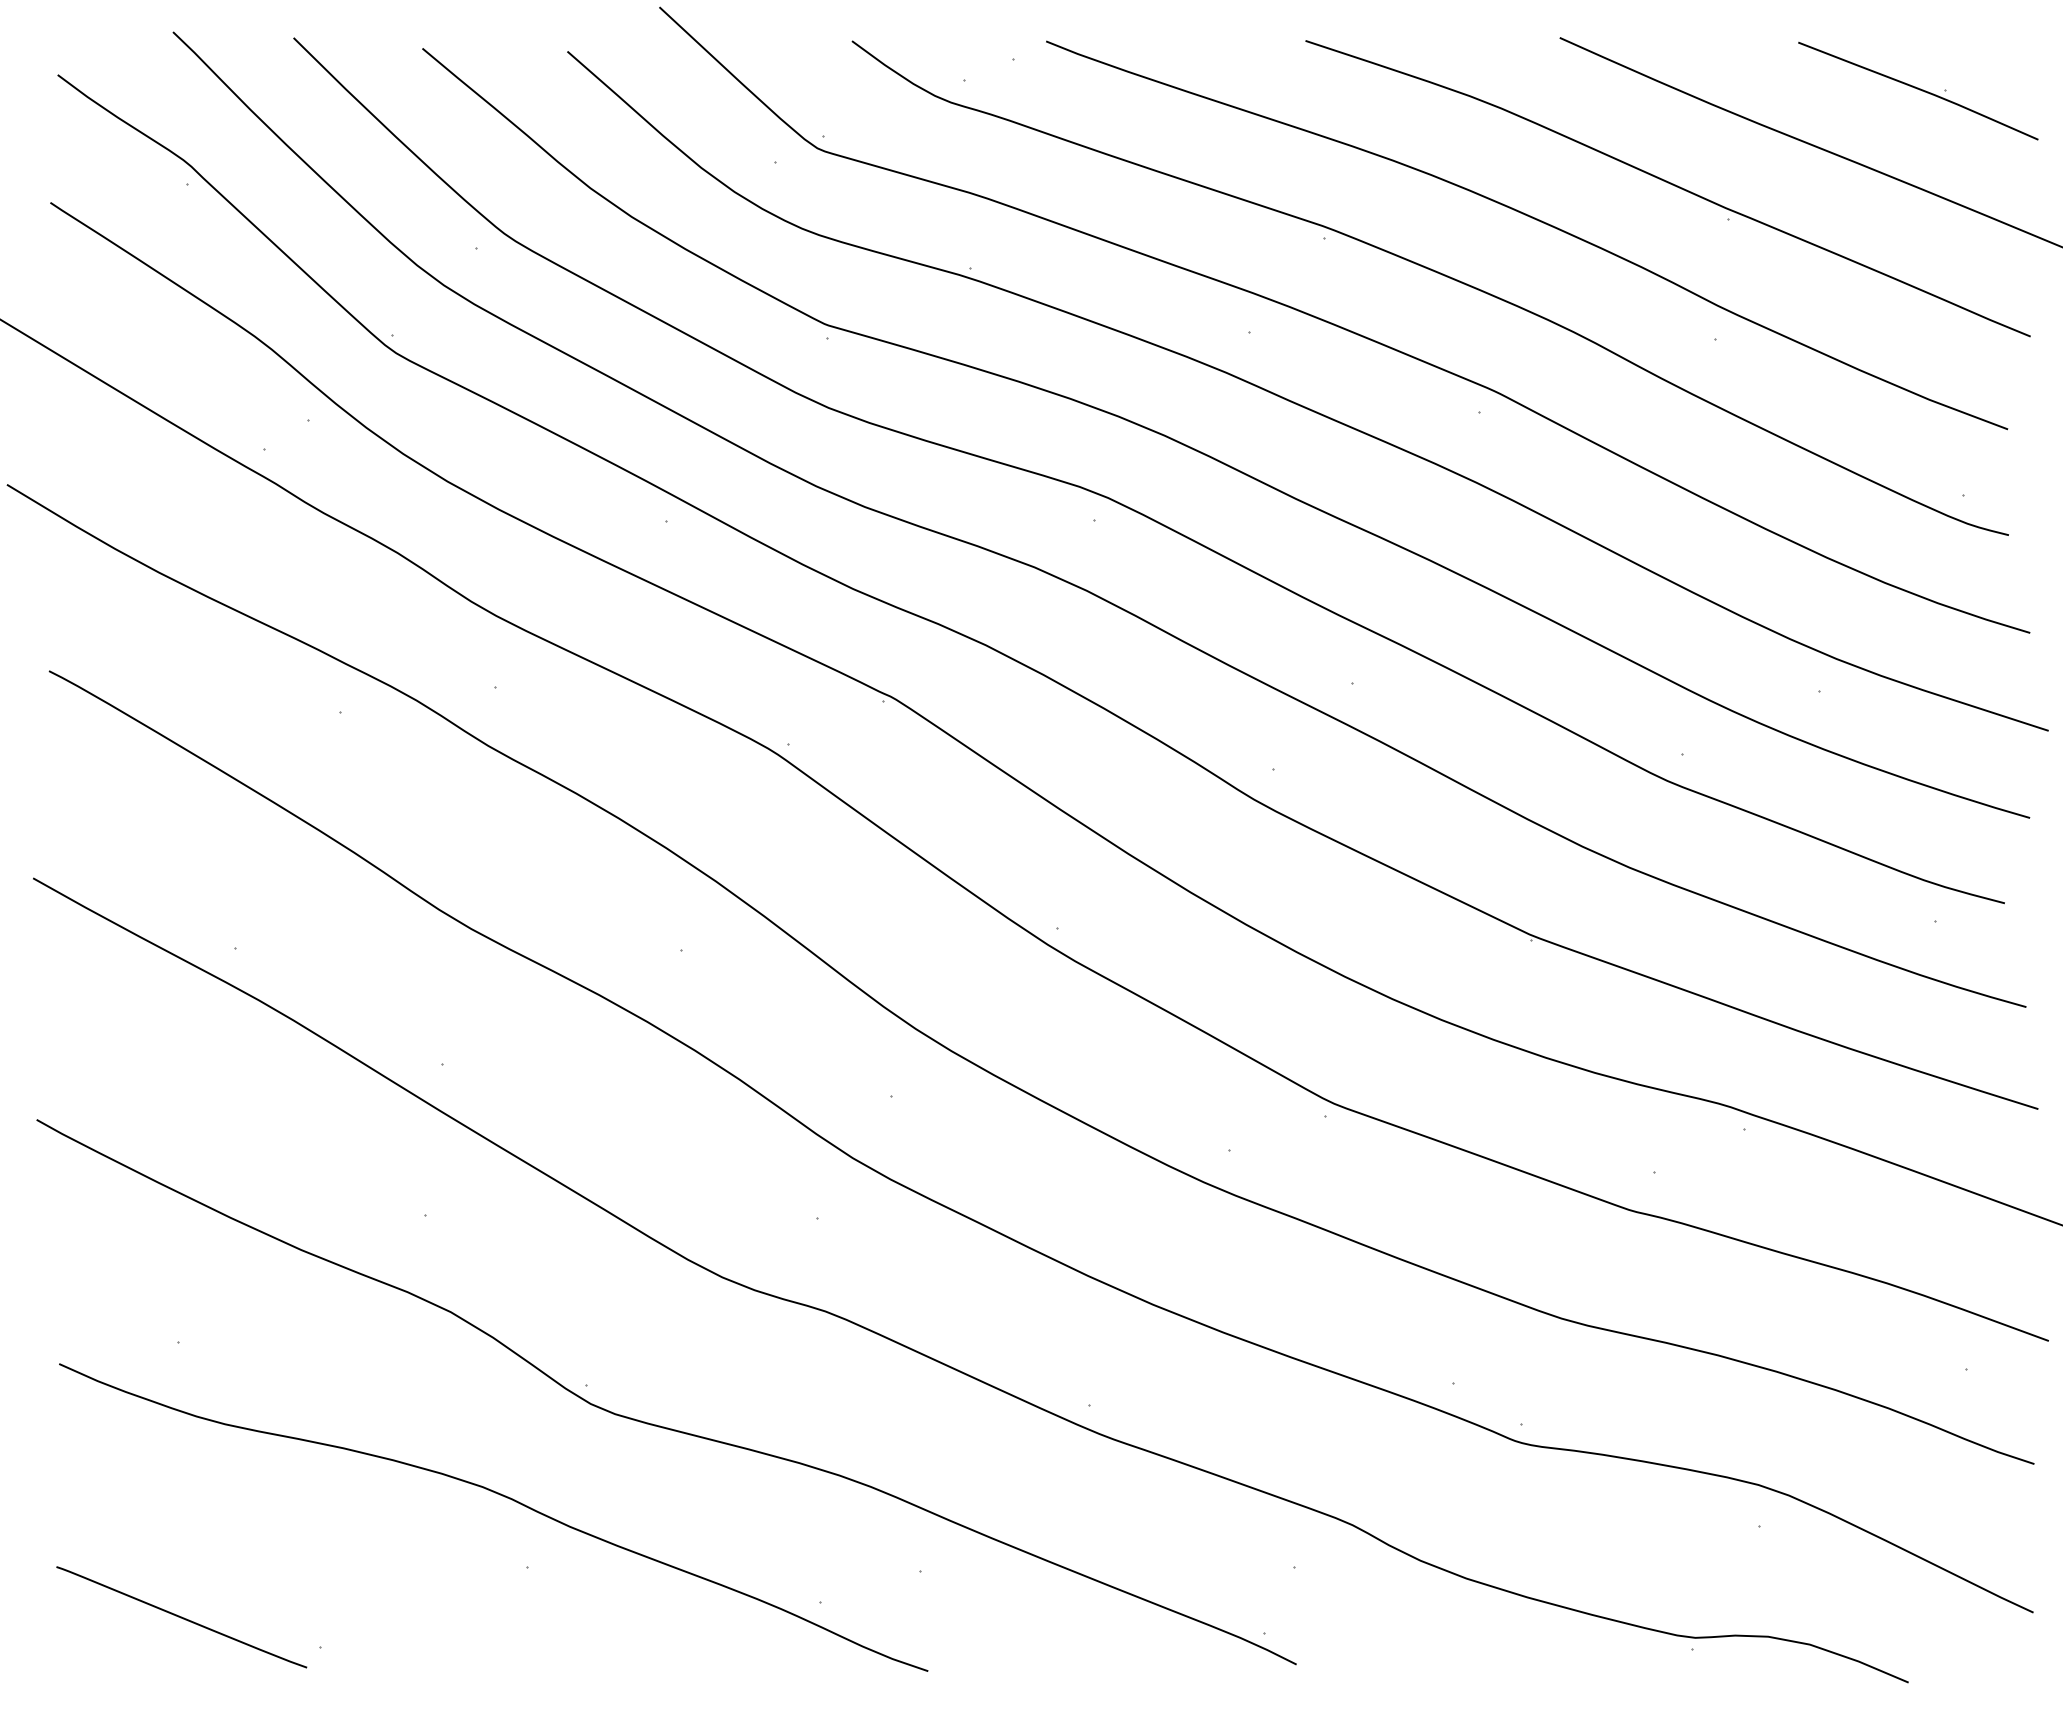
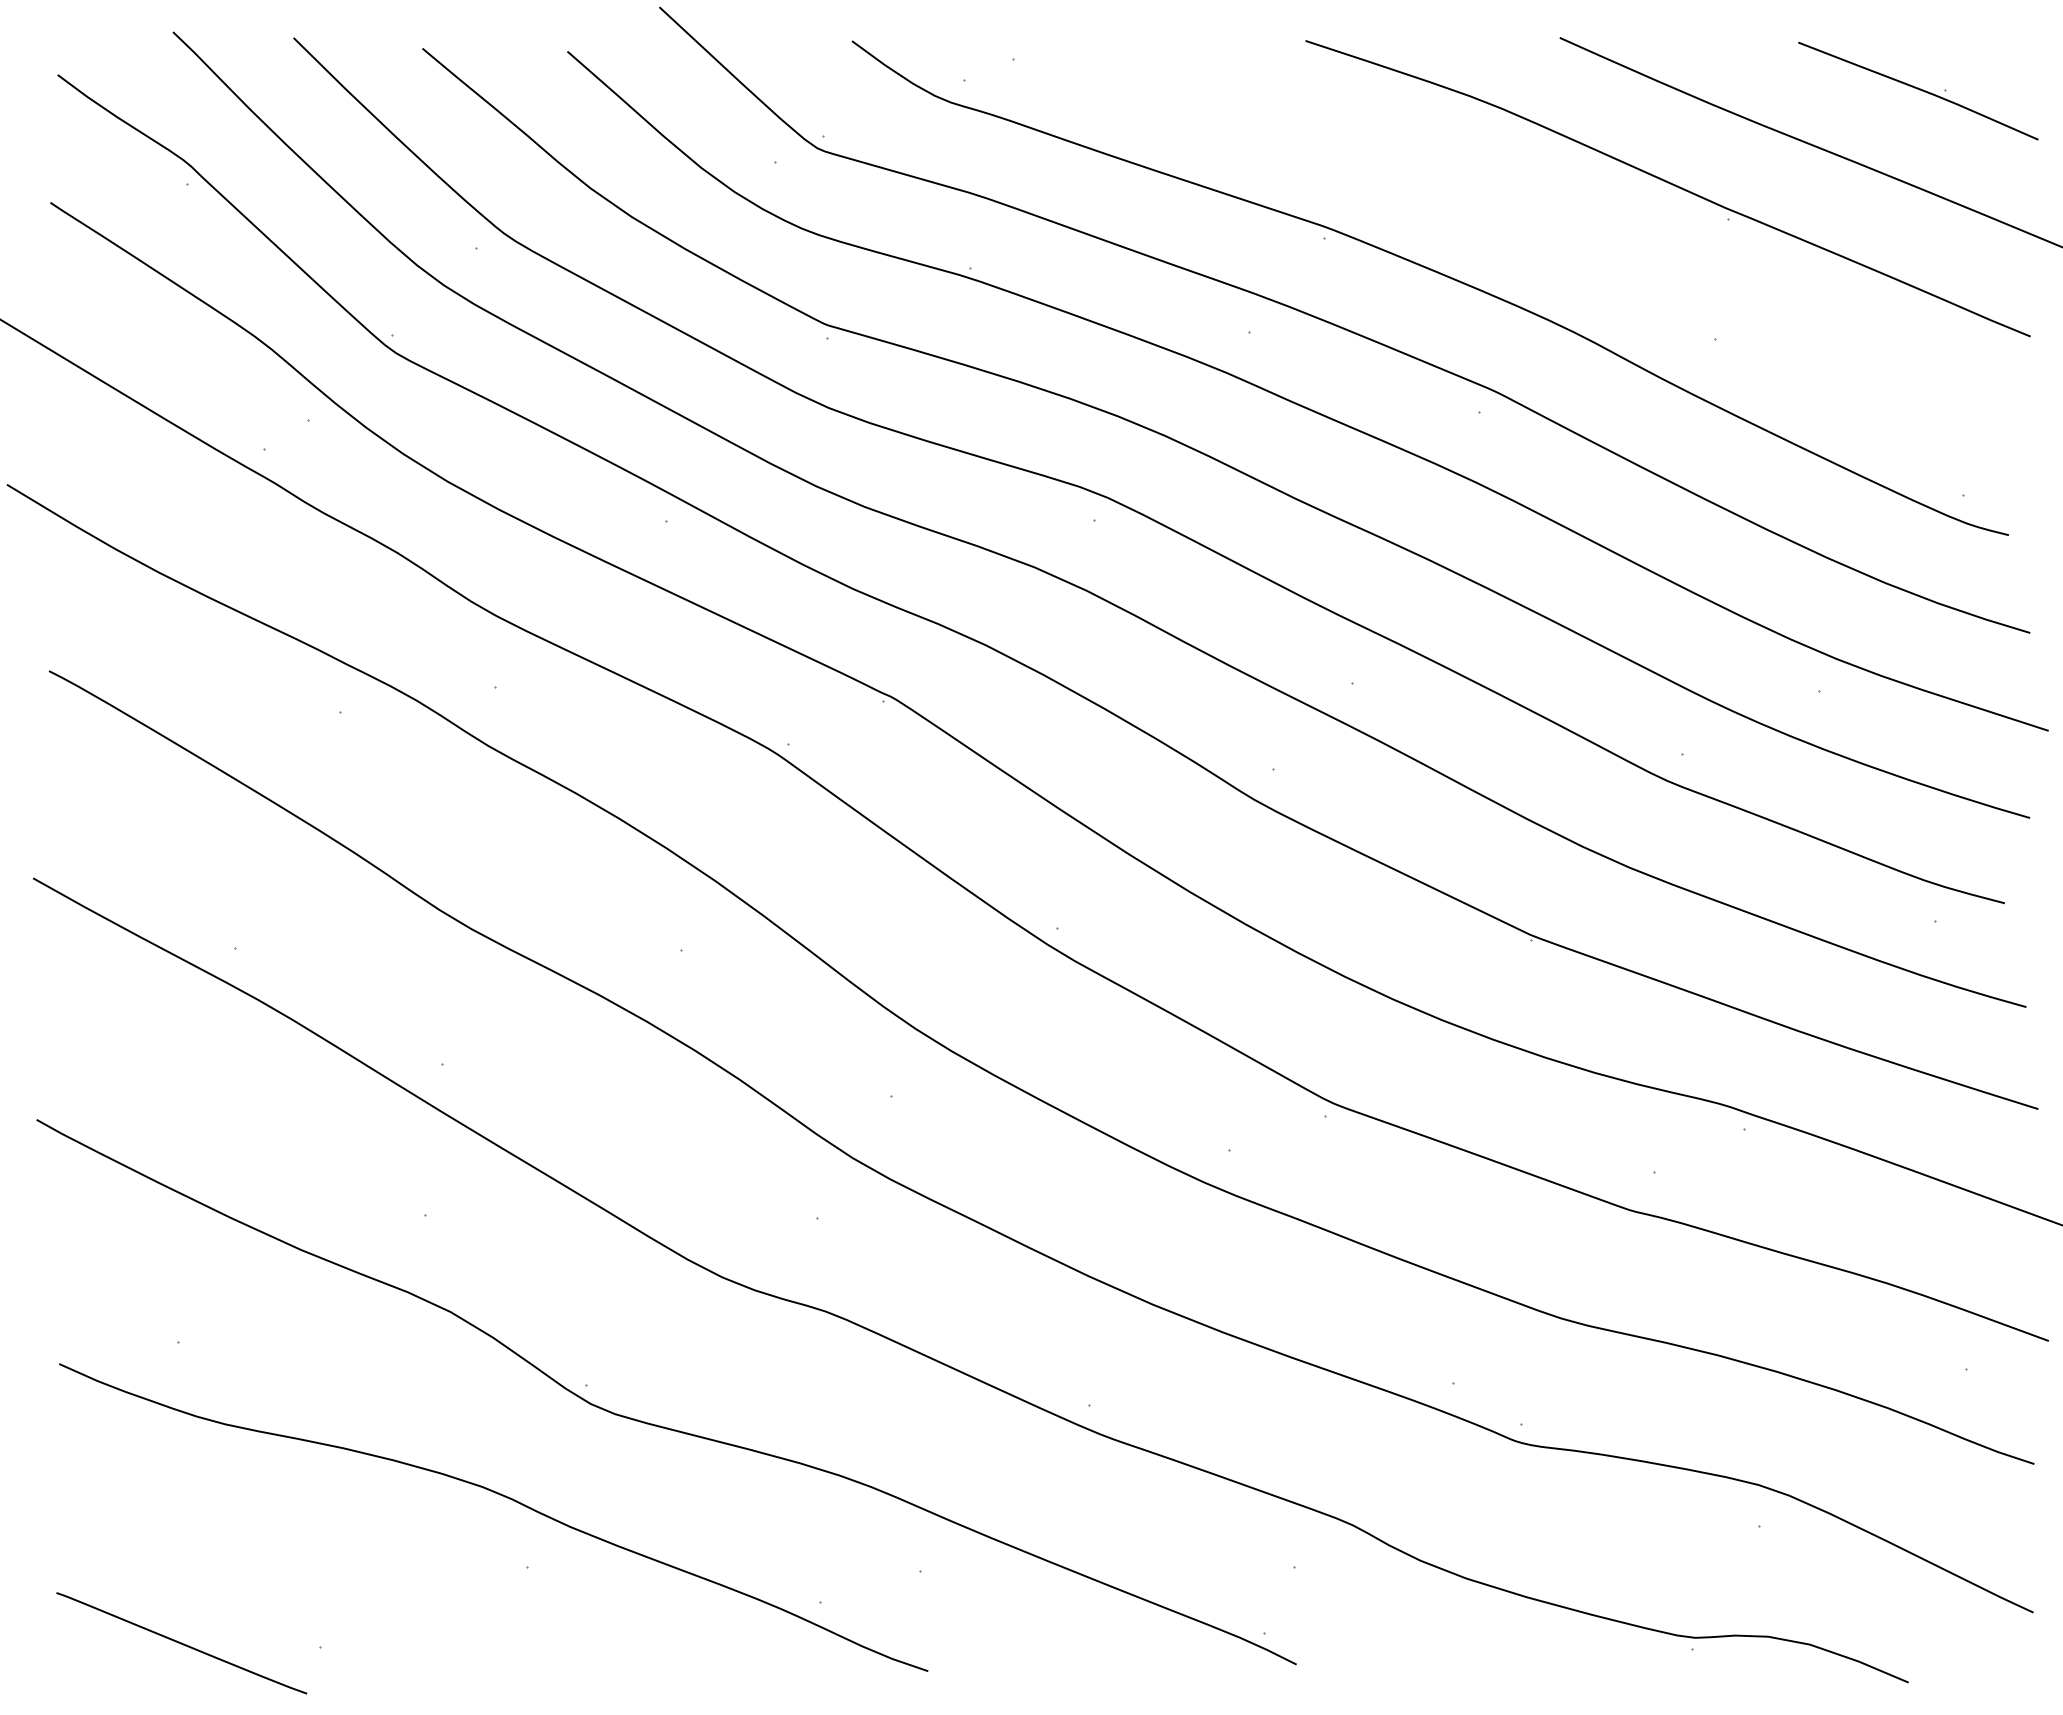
curve at (1531, 218): present -> none
curve at (181, 1617) position: (181, 1617) -> (181, 1643)
